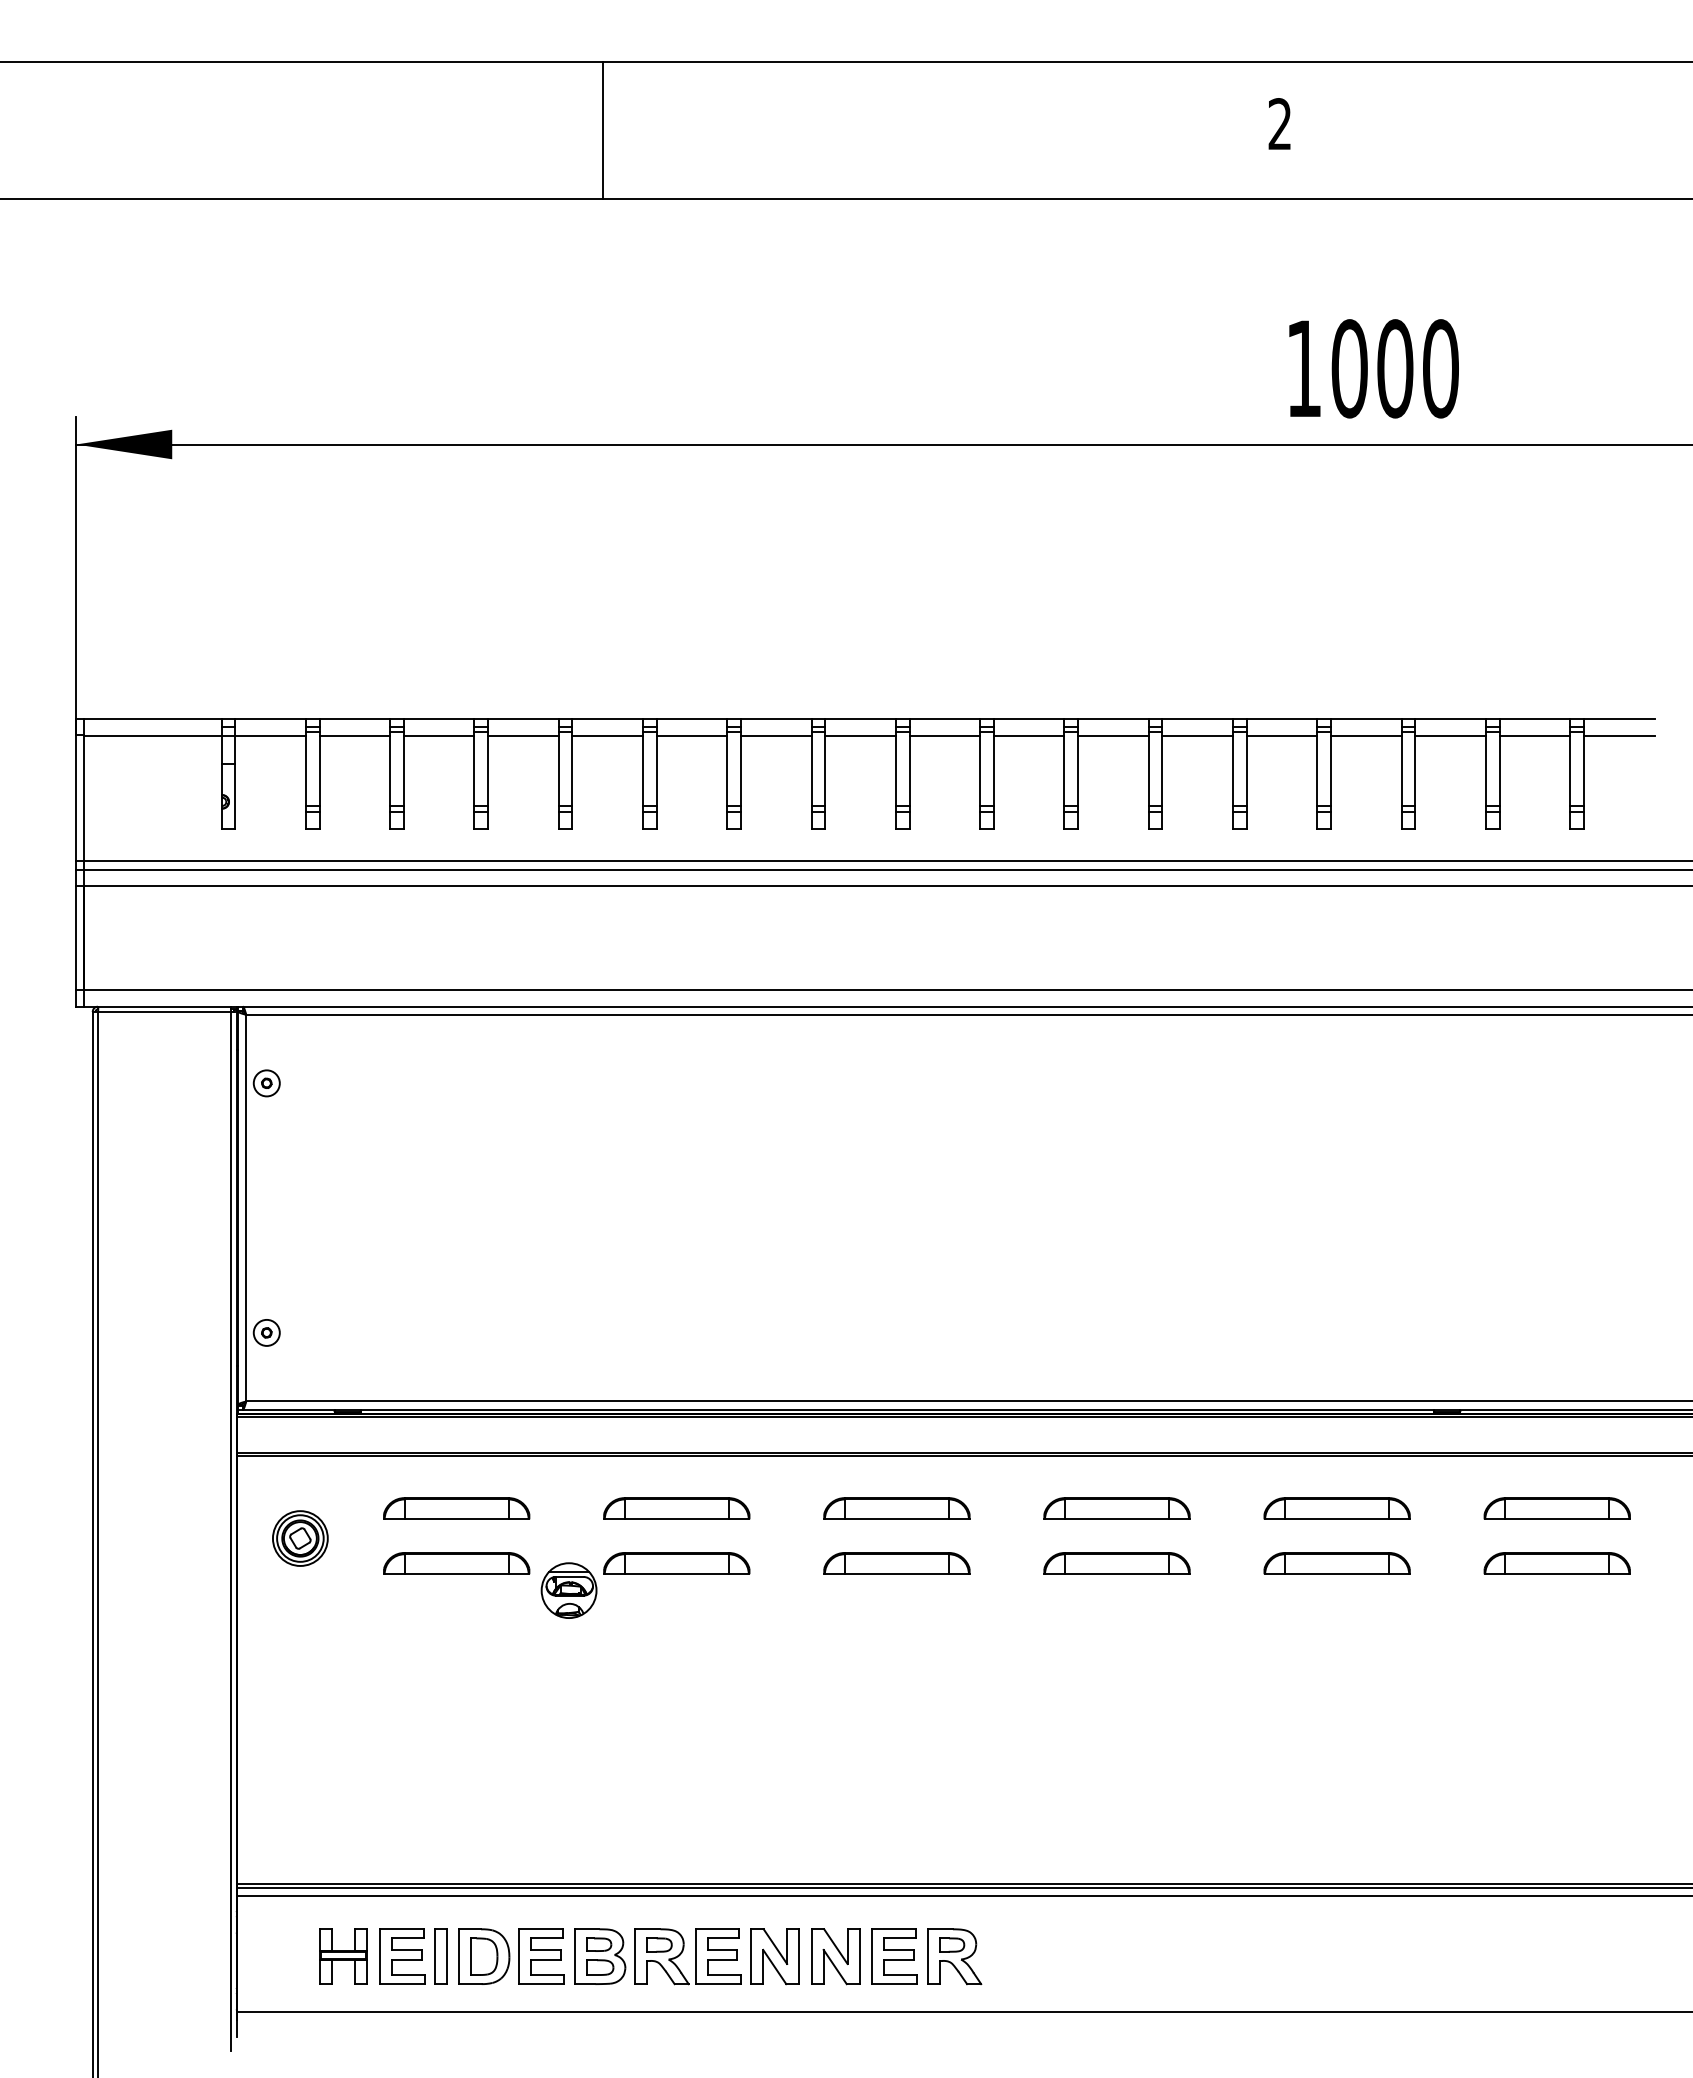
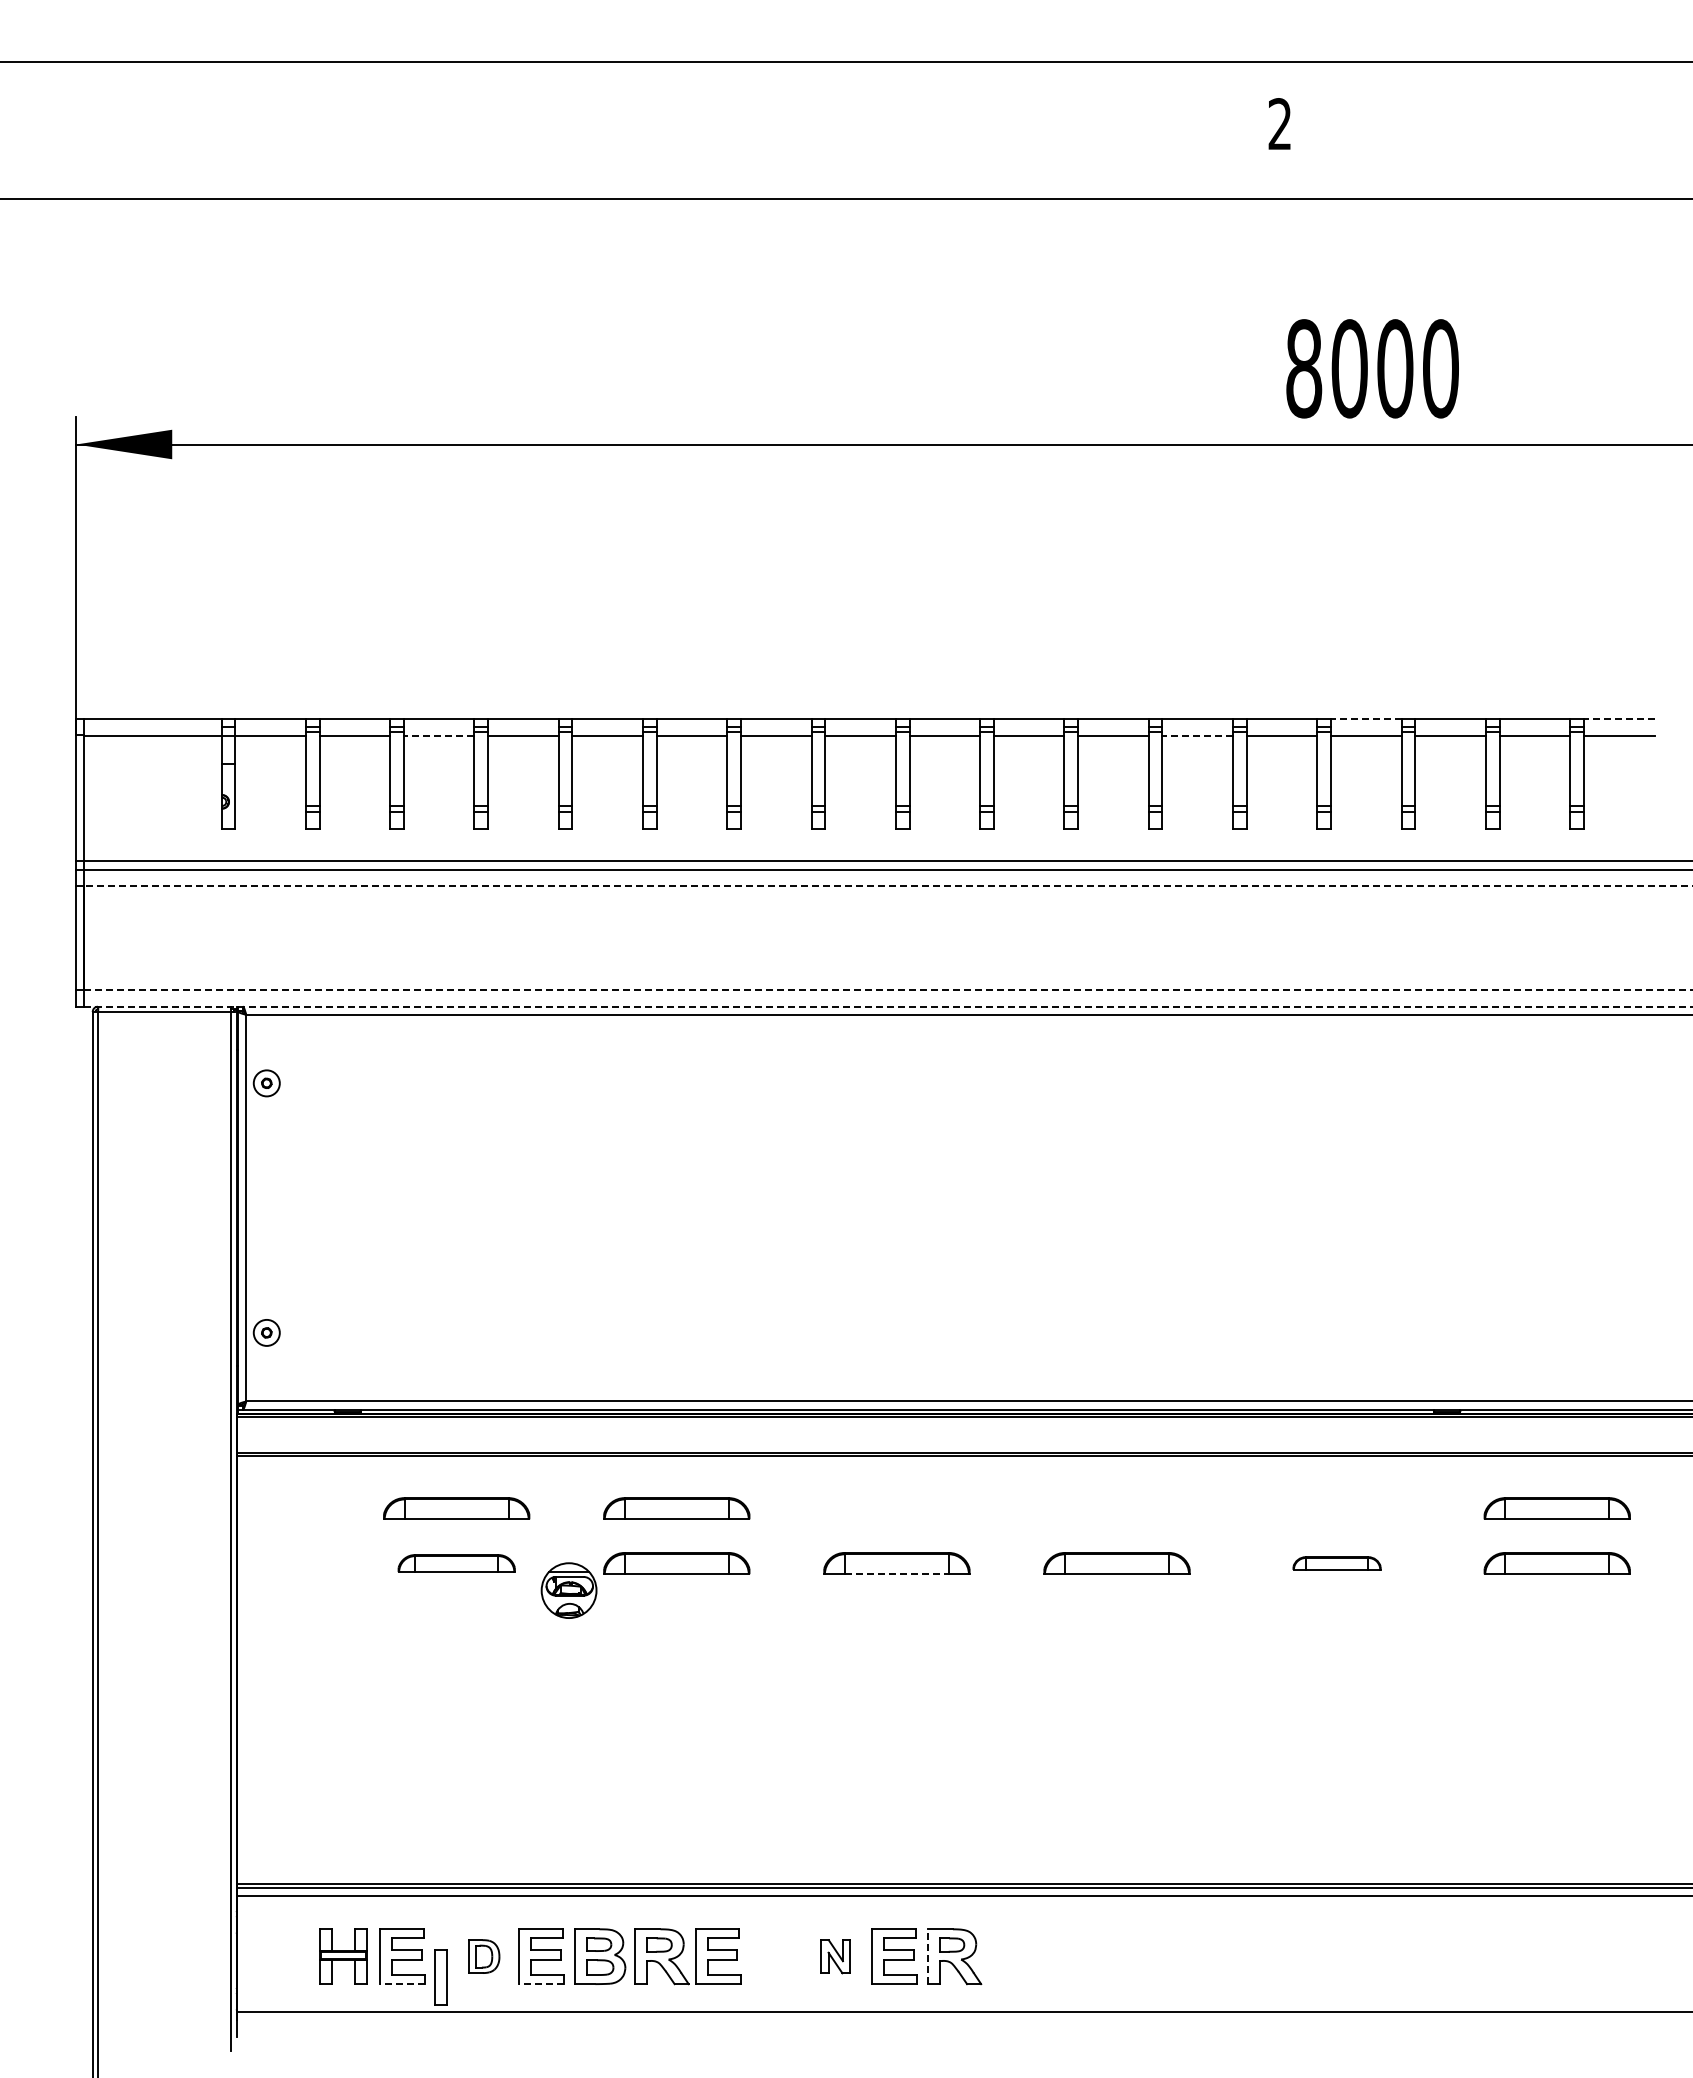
line at (602, 130): present -> none
text at (1304, 368): 1000 -> 8000
line at (1365, 719): solid -> dashed
line at (1618, 719): solid -> dashed
line at (438, 735): solid -> dashed
line at (1197, 735): solid -> dashed
line at (888, 885): solid -> dashed
line at (888, 990): solid -> dashed
line at (888, 1006): solid -> dashed
part at (896, 1508): present -> none
part at (1116, 1508): present -> none
part at (1336, 1508): present -> none
part at (300, 1538): present -> none
part at (456, 1563) size: 148x23 px -> 119x19 px
part at (1336, 1563) size: 148x23 px -> 90x15 px
line at (897, 1574): solid -> dashed
part at (440, 1956) position: (440, 1956) -> (440, 1977)
part at (484, 1956) size: 53x57 px -> 33x35 px
part at (774, 1956): present -> none
part at (835, 1956) size: 50x58 px -> 31x36 px
line at (927, 1956): solid -> dashed
line at (402, 1984): solid -> dashed
line at (541, 1984): solid -> dashed
